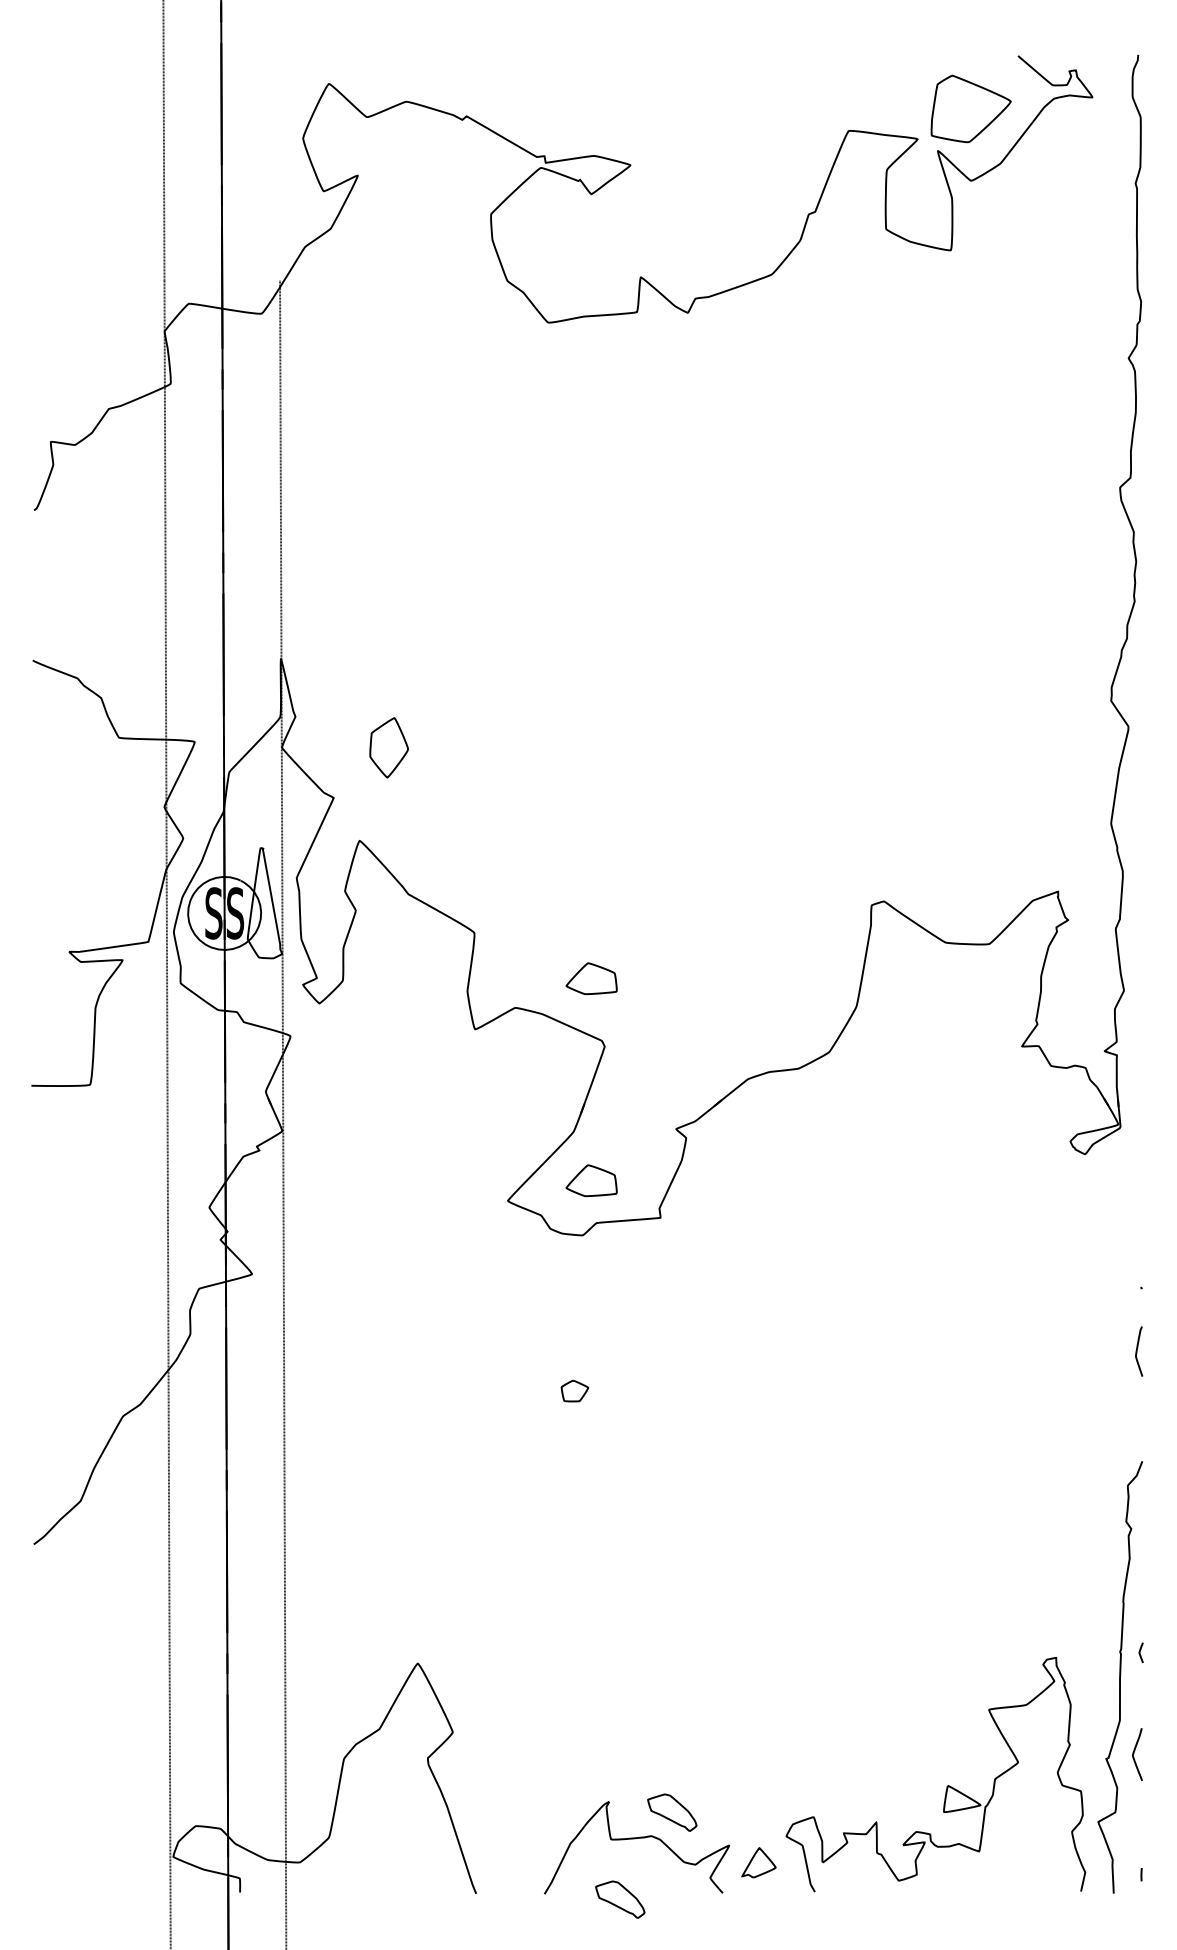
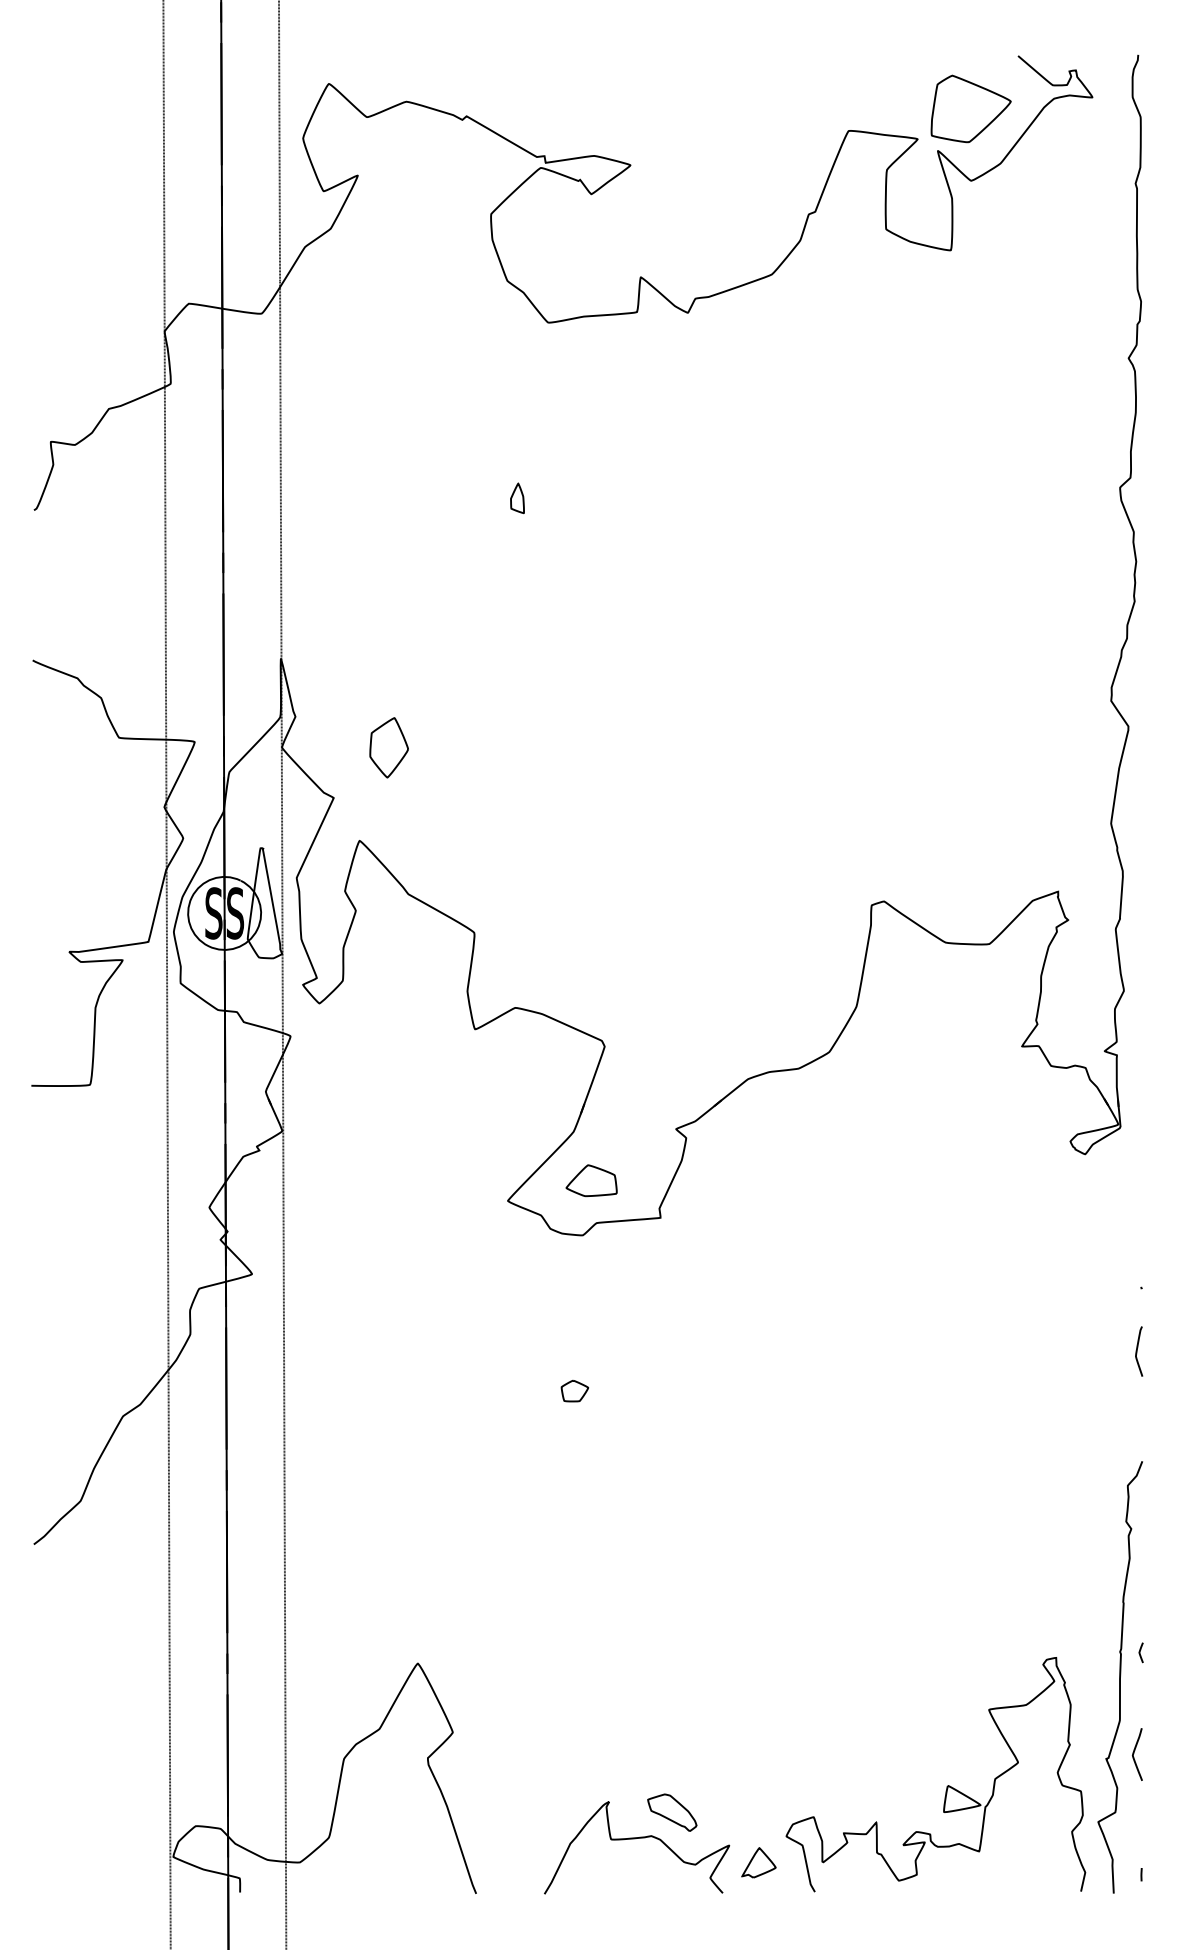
line at (279, 141): none -> present
part at (517, 498): none -> present
part at (591, 978): present -> none
part at (620, 1899): present -> none
